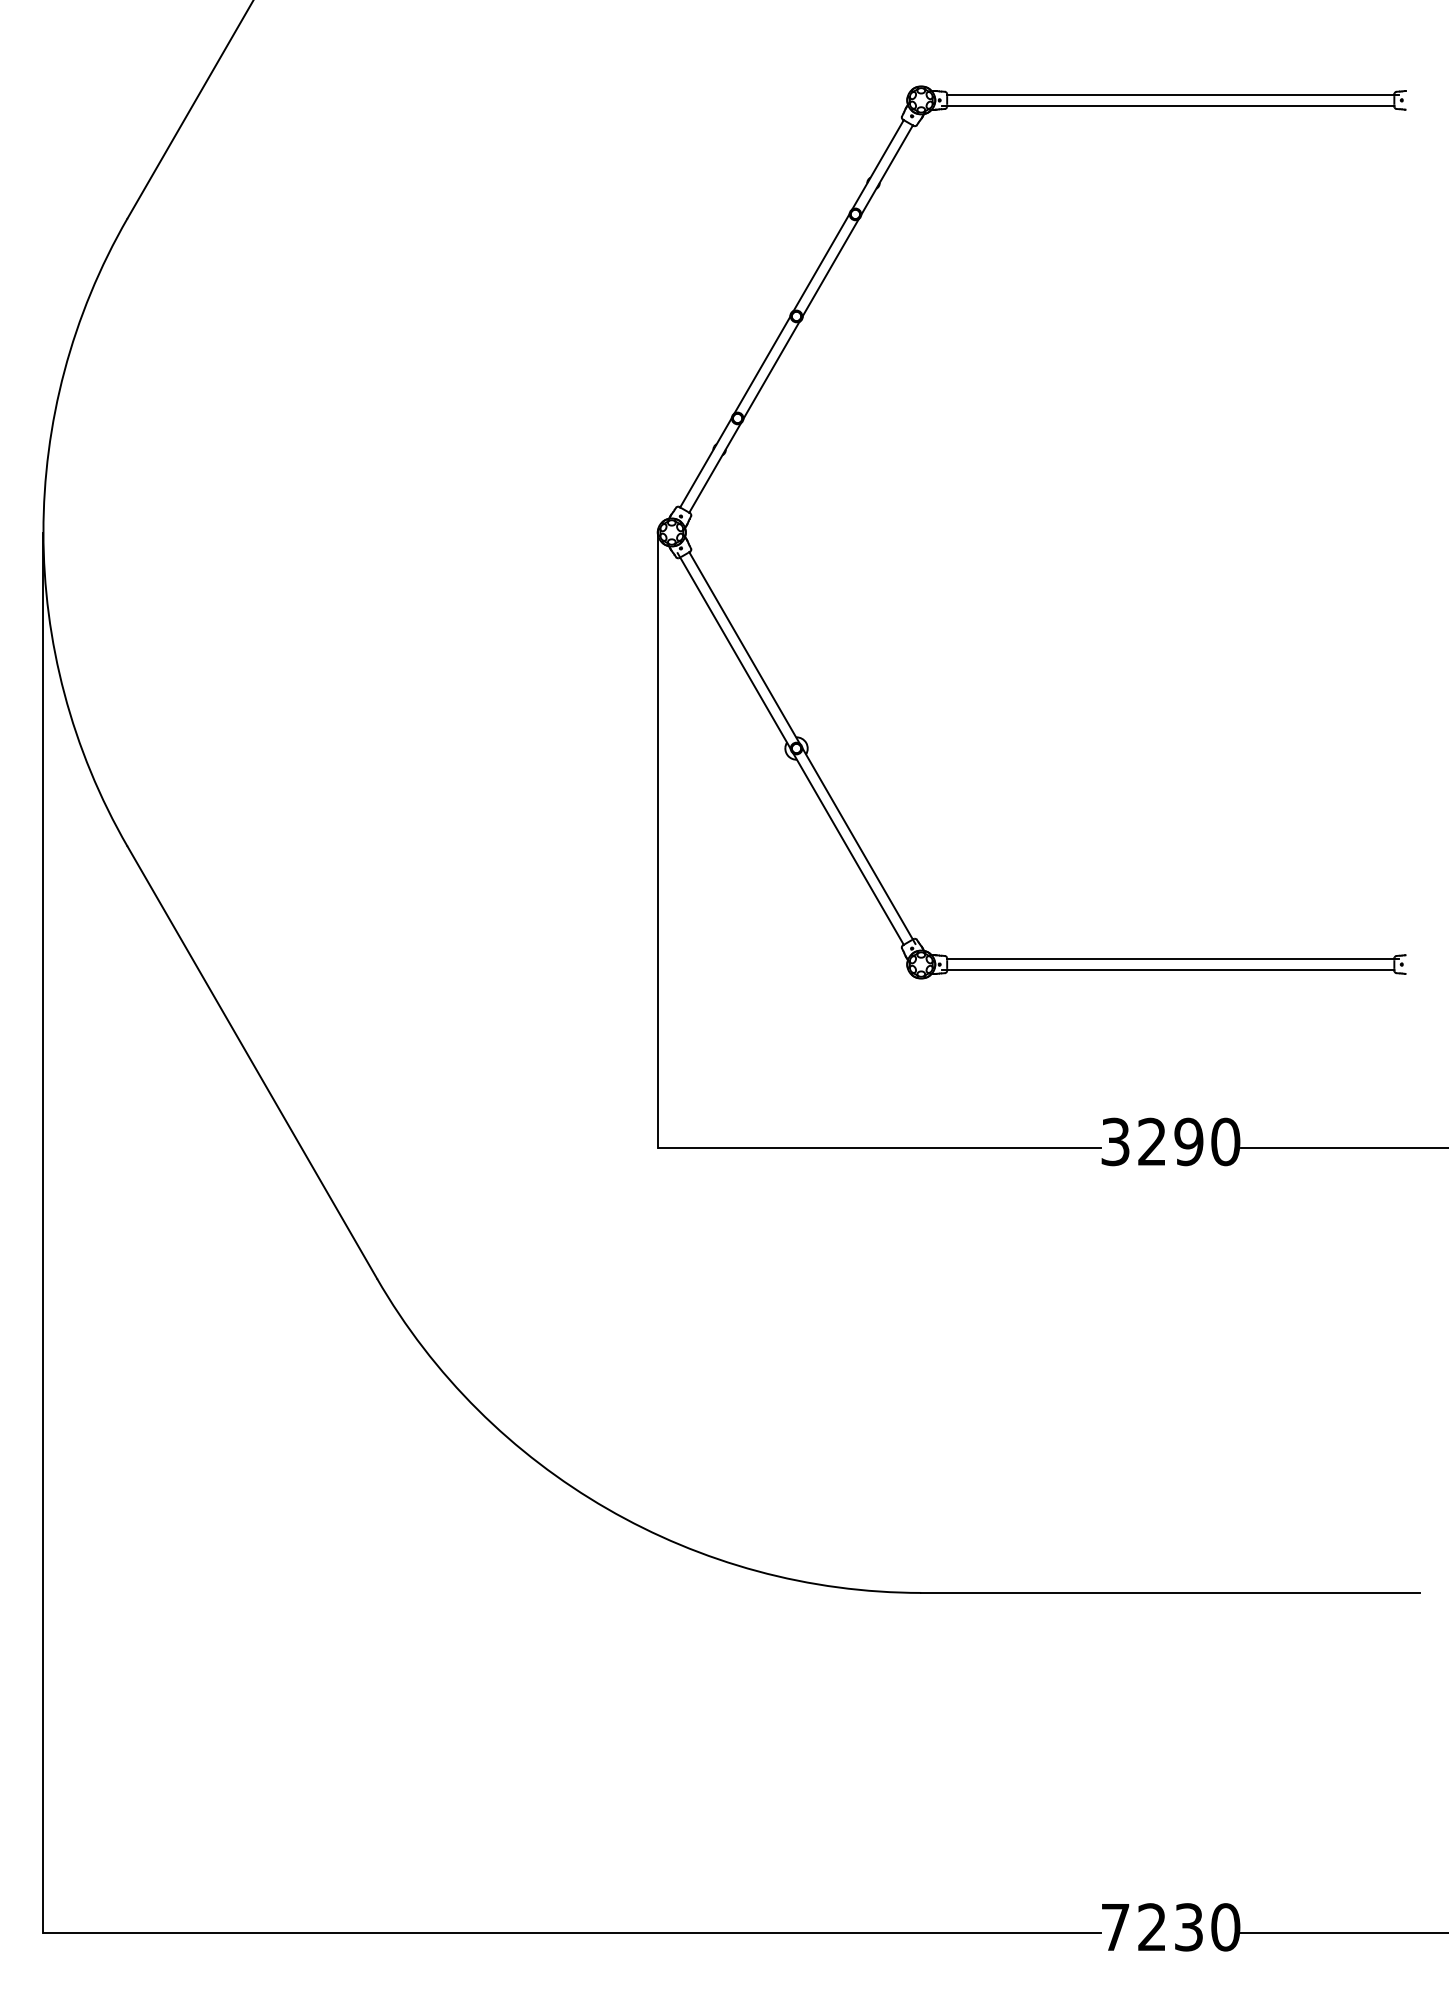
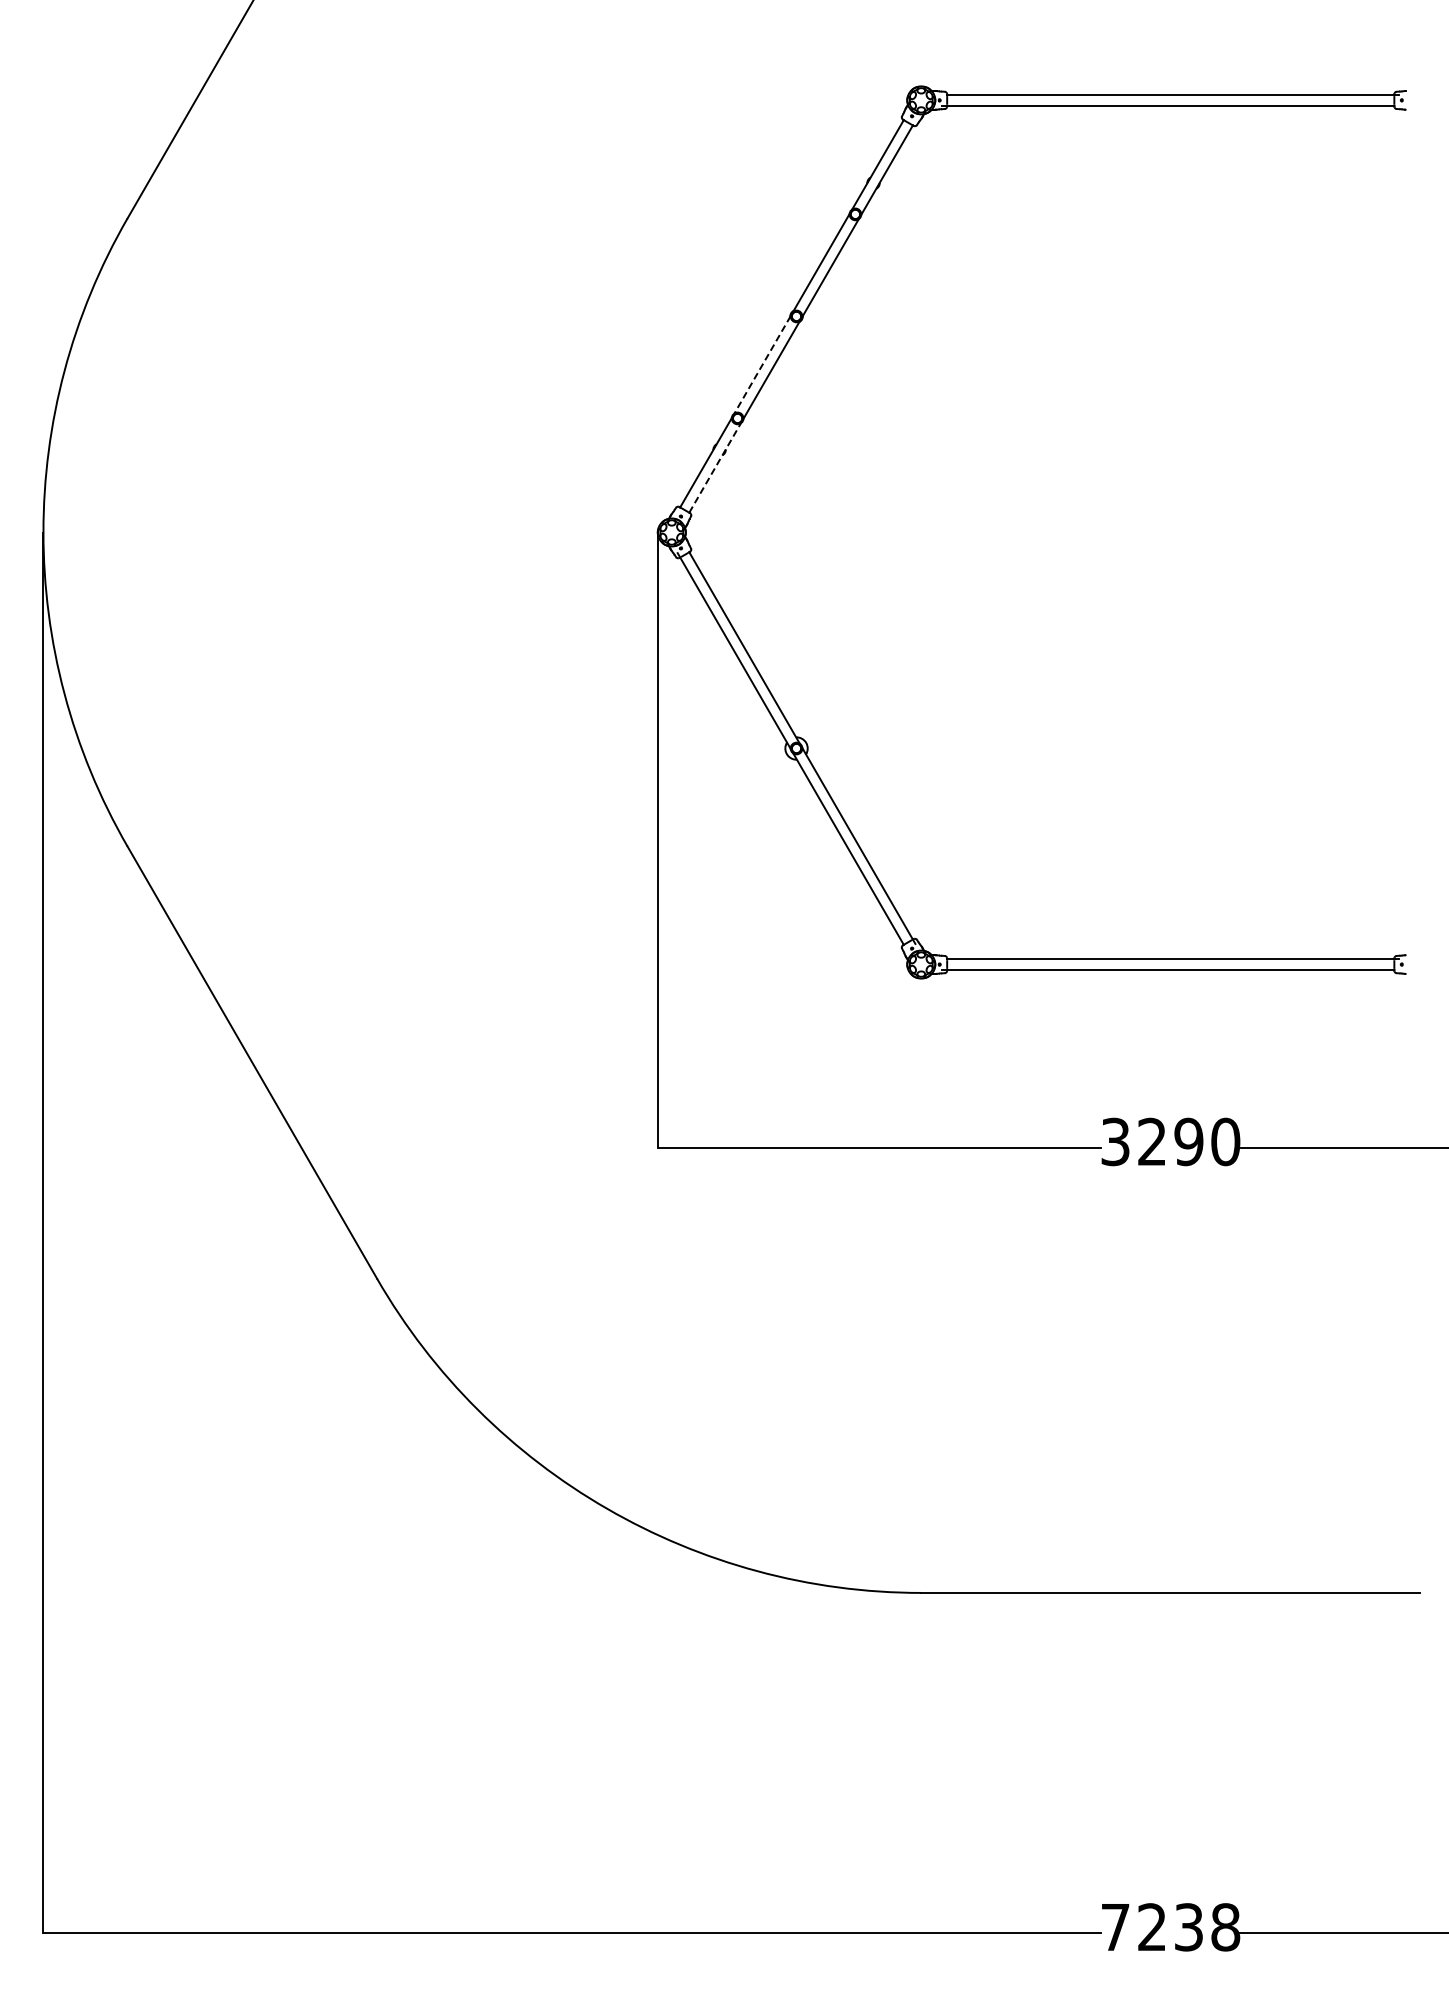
line at (762, 365): solid -> dashed
line at (715, 468): solid -> dashed
text at (1225, 1927): 7230 -> 7238
